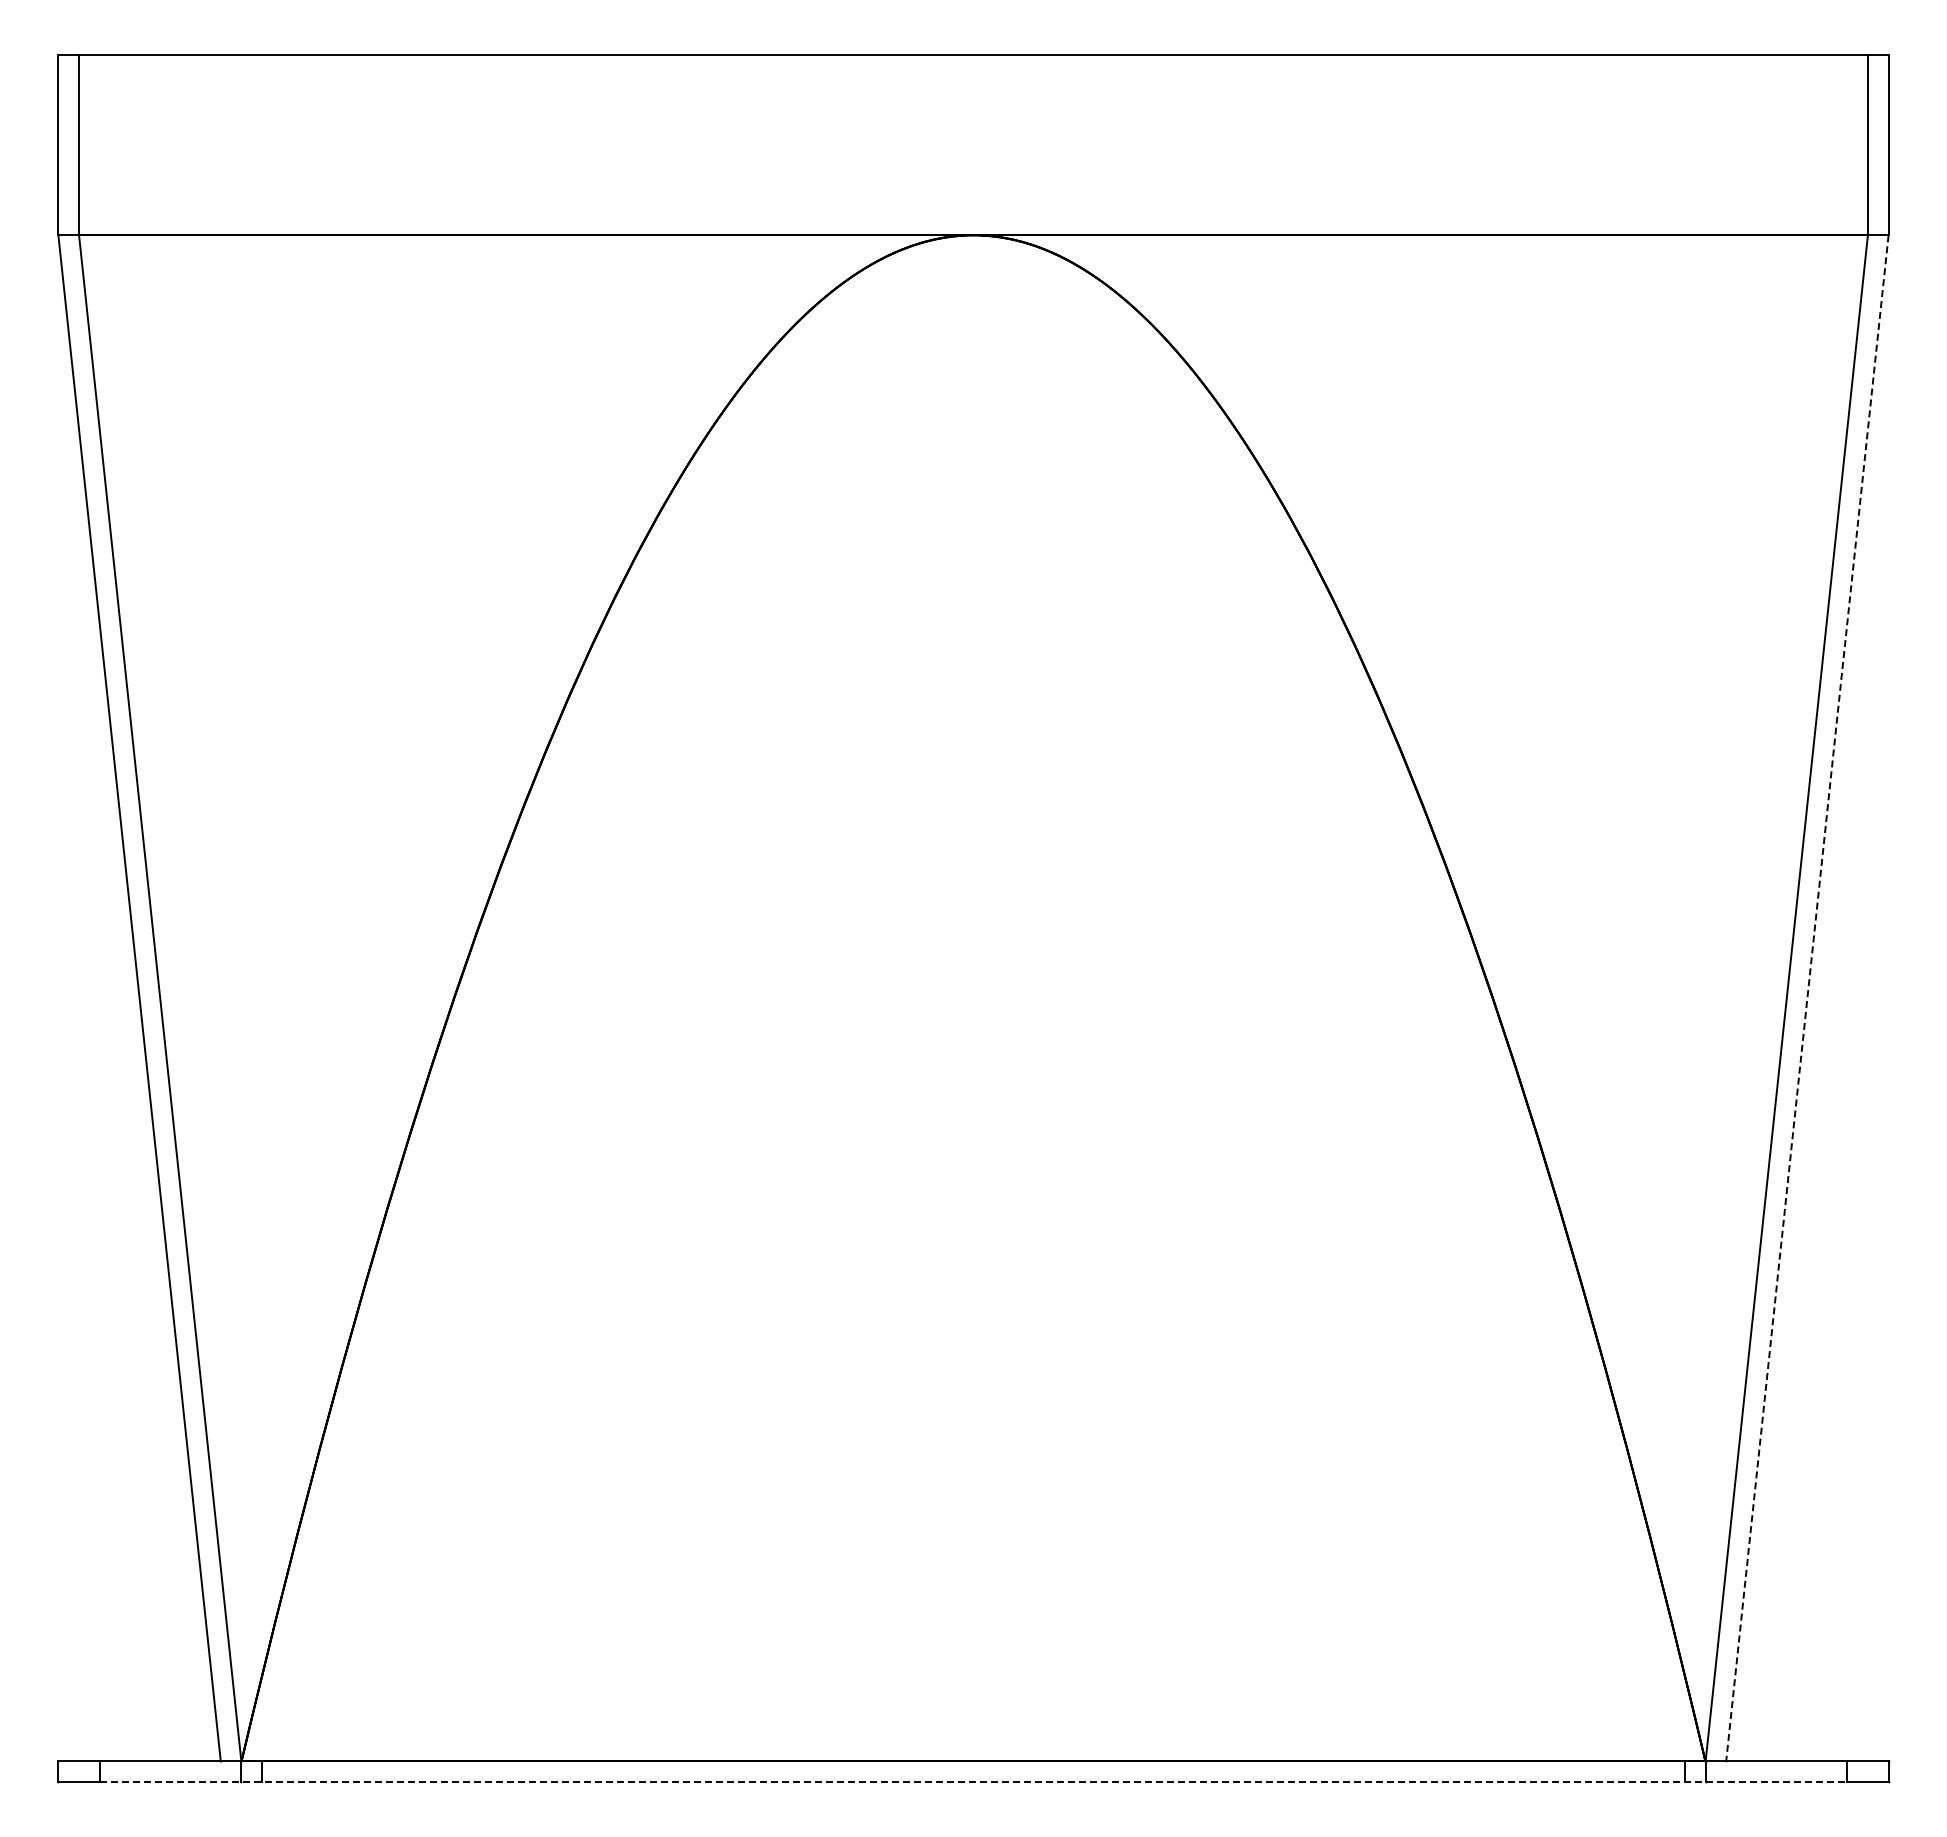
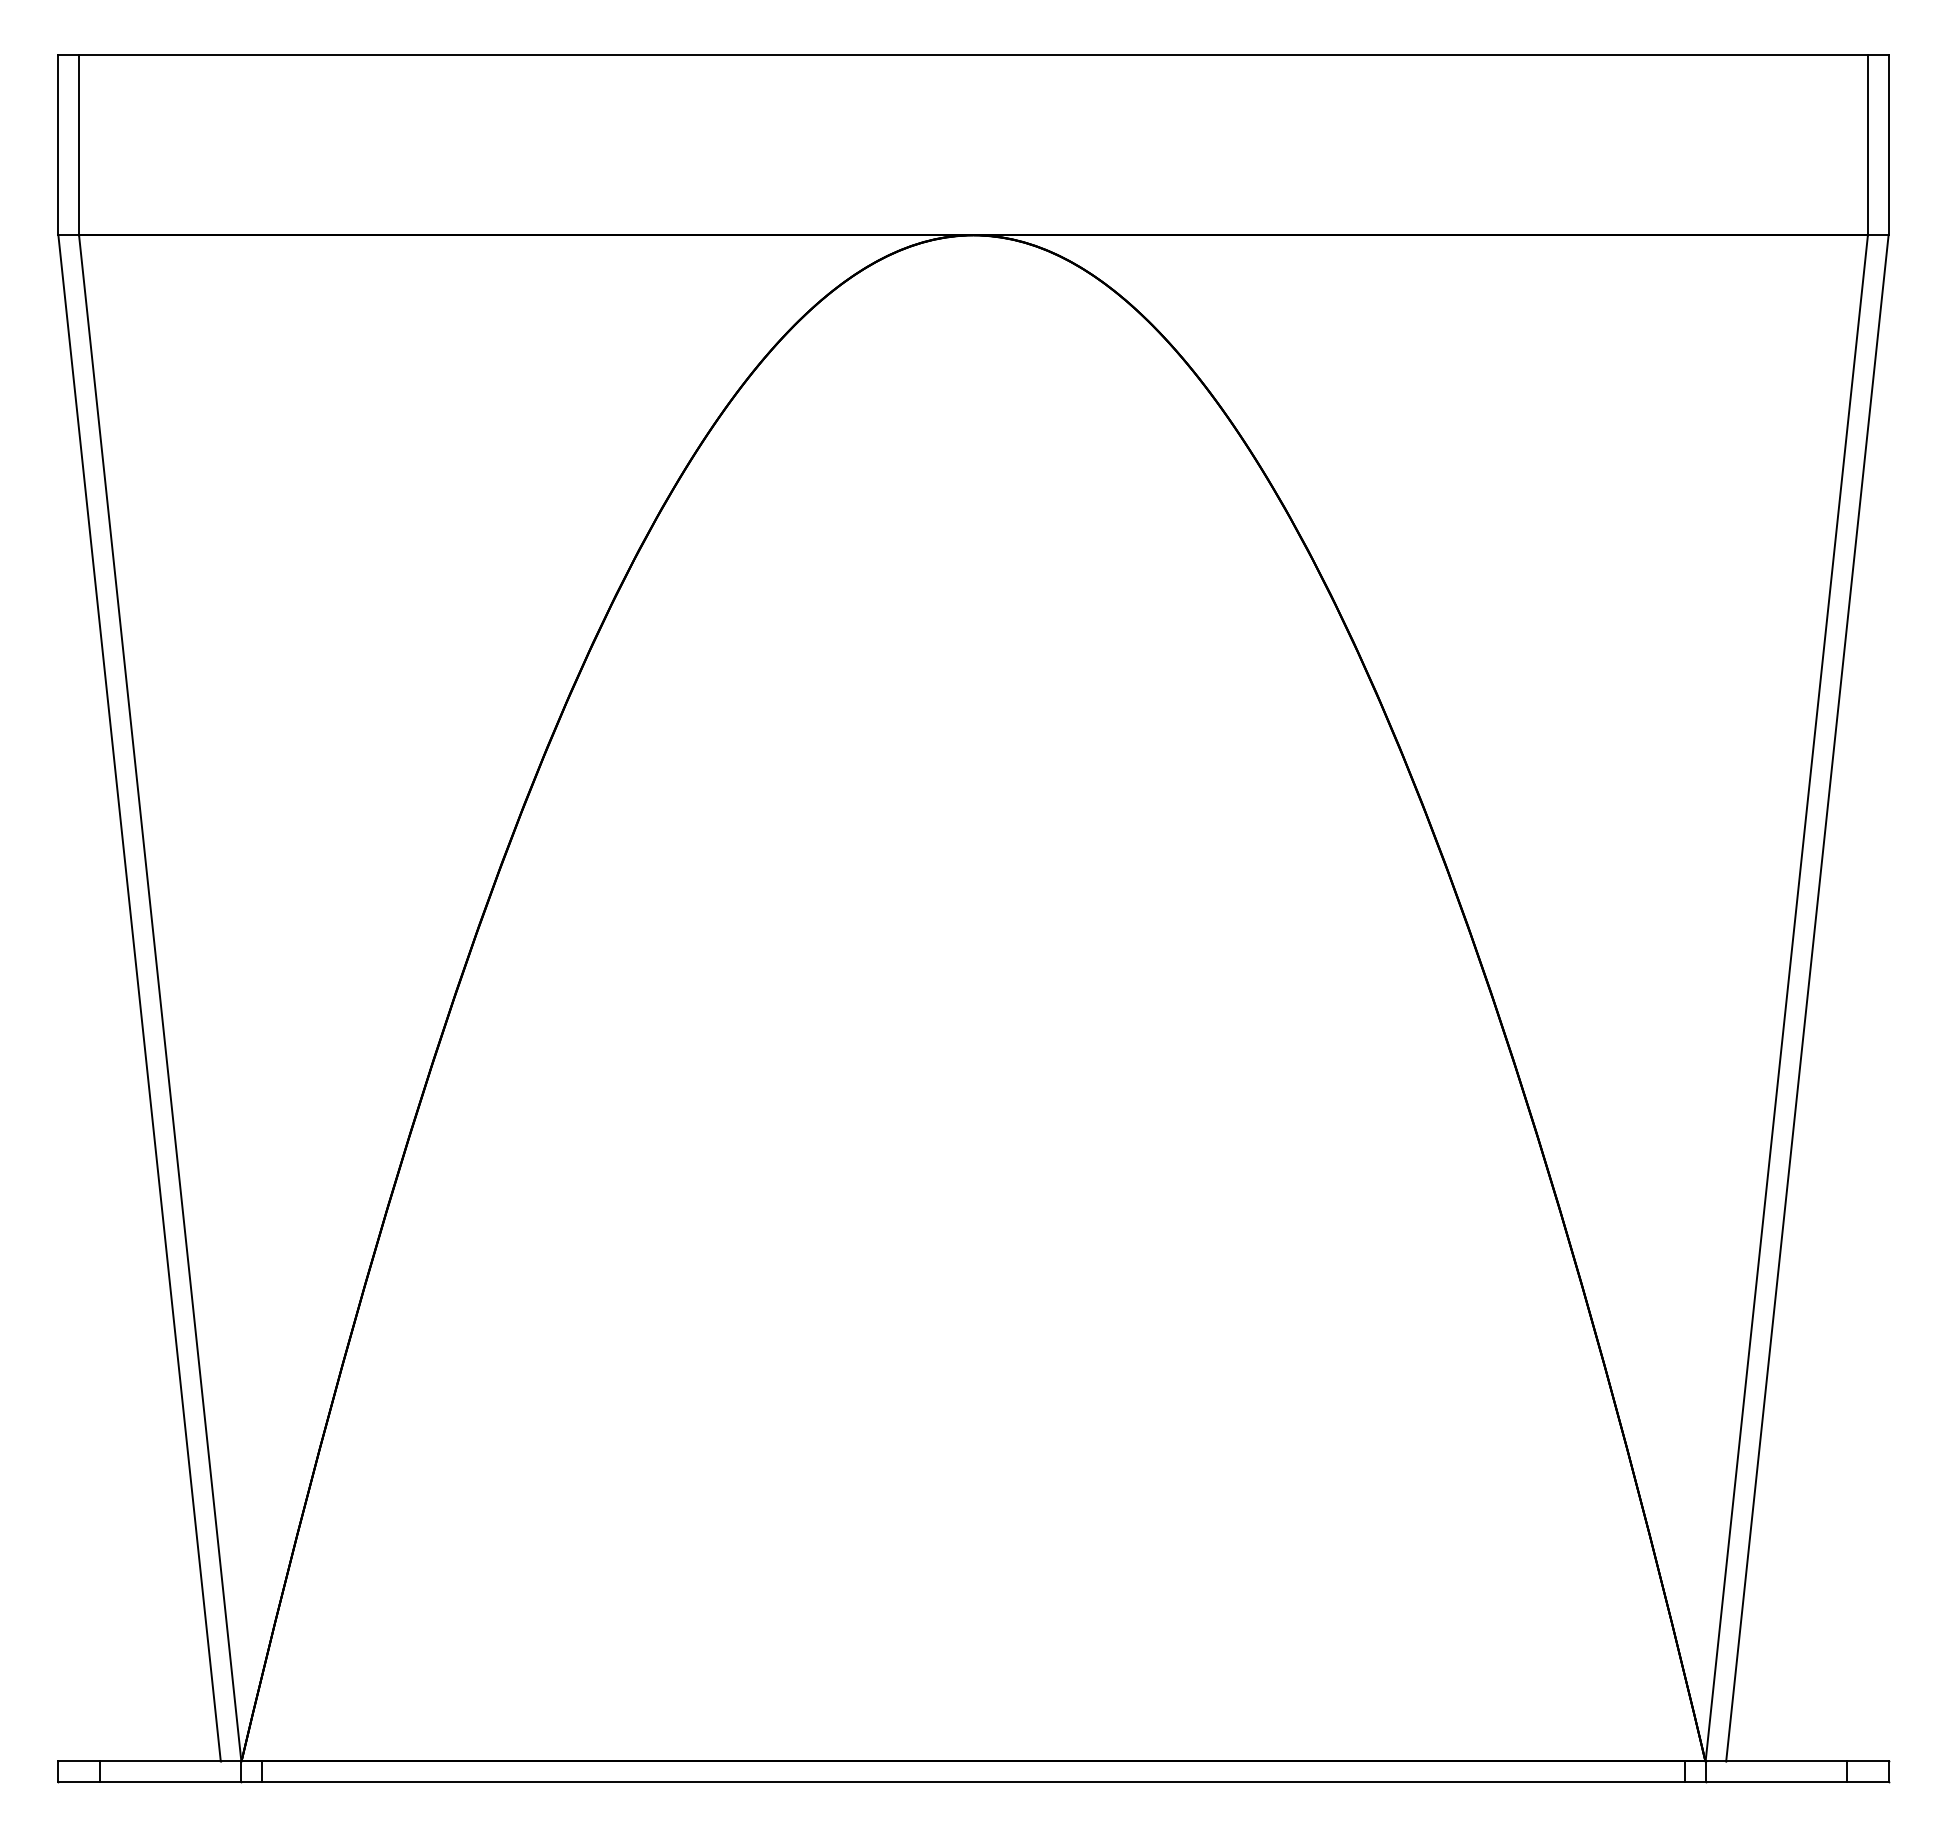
line at (1807, 998): dashed -> solid
line at (973, 1782): dashed -> solid
